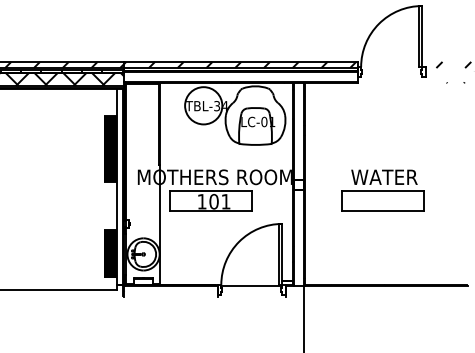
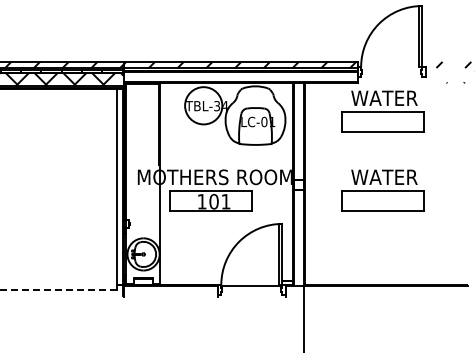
part at (382, 111): none -> present
hatch at (110, 196): present -> none
line at (58, 289): solid -> dashed
